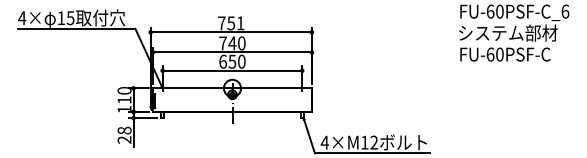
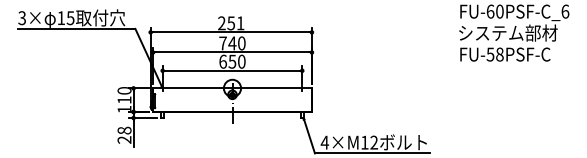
text at (22, 18): 4× -> 3×
text at (221, 23): 751 -> 251
text at (494, 54): FU-60PSF-C -> FU-58PSF-C
